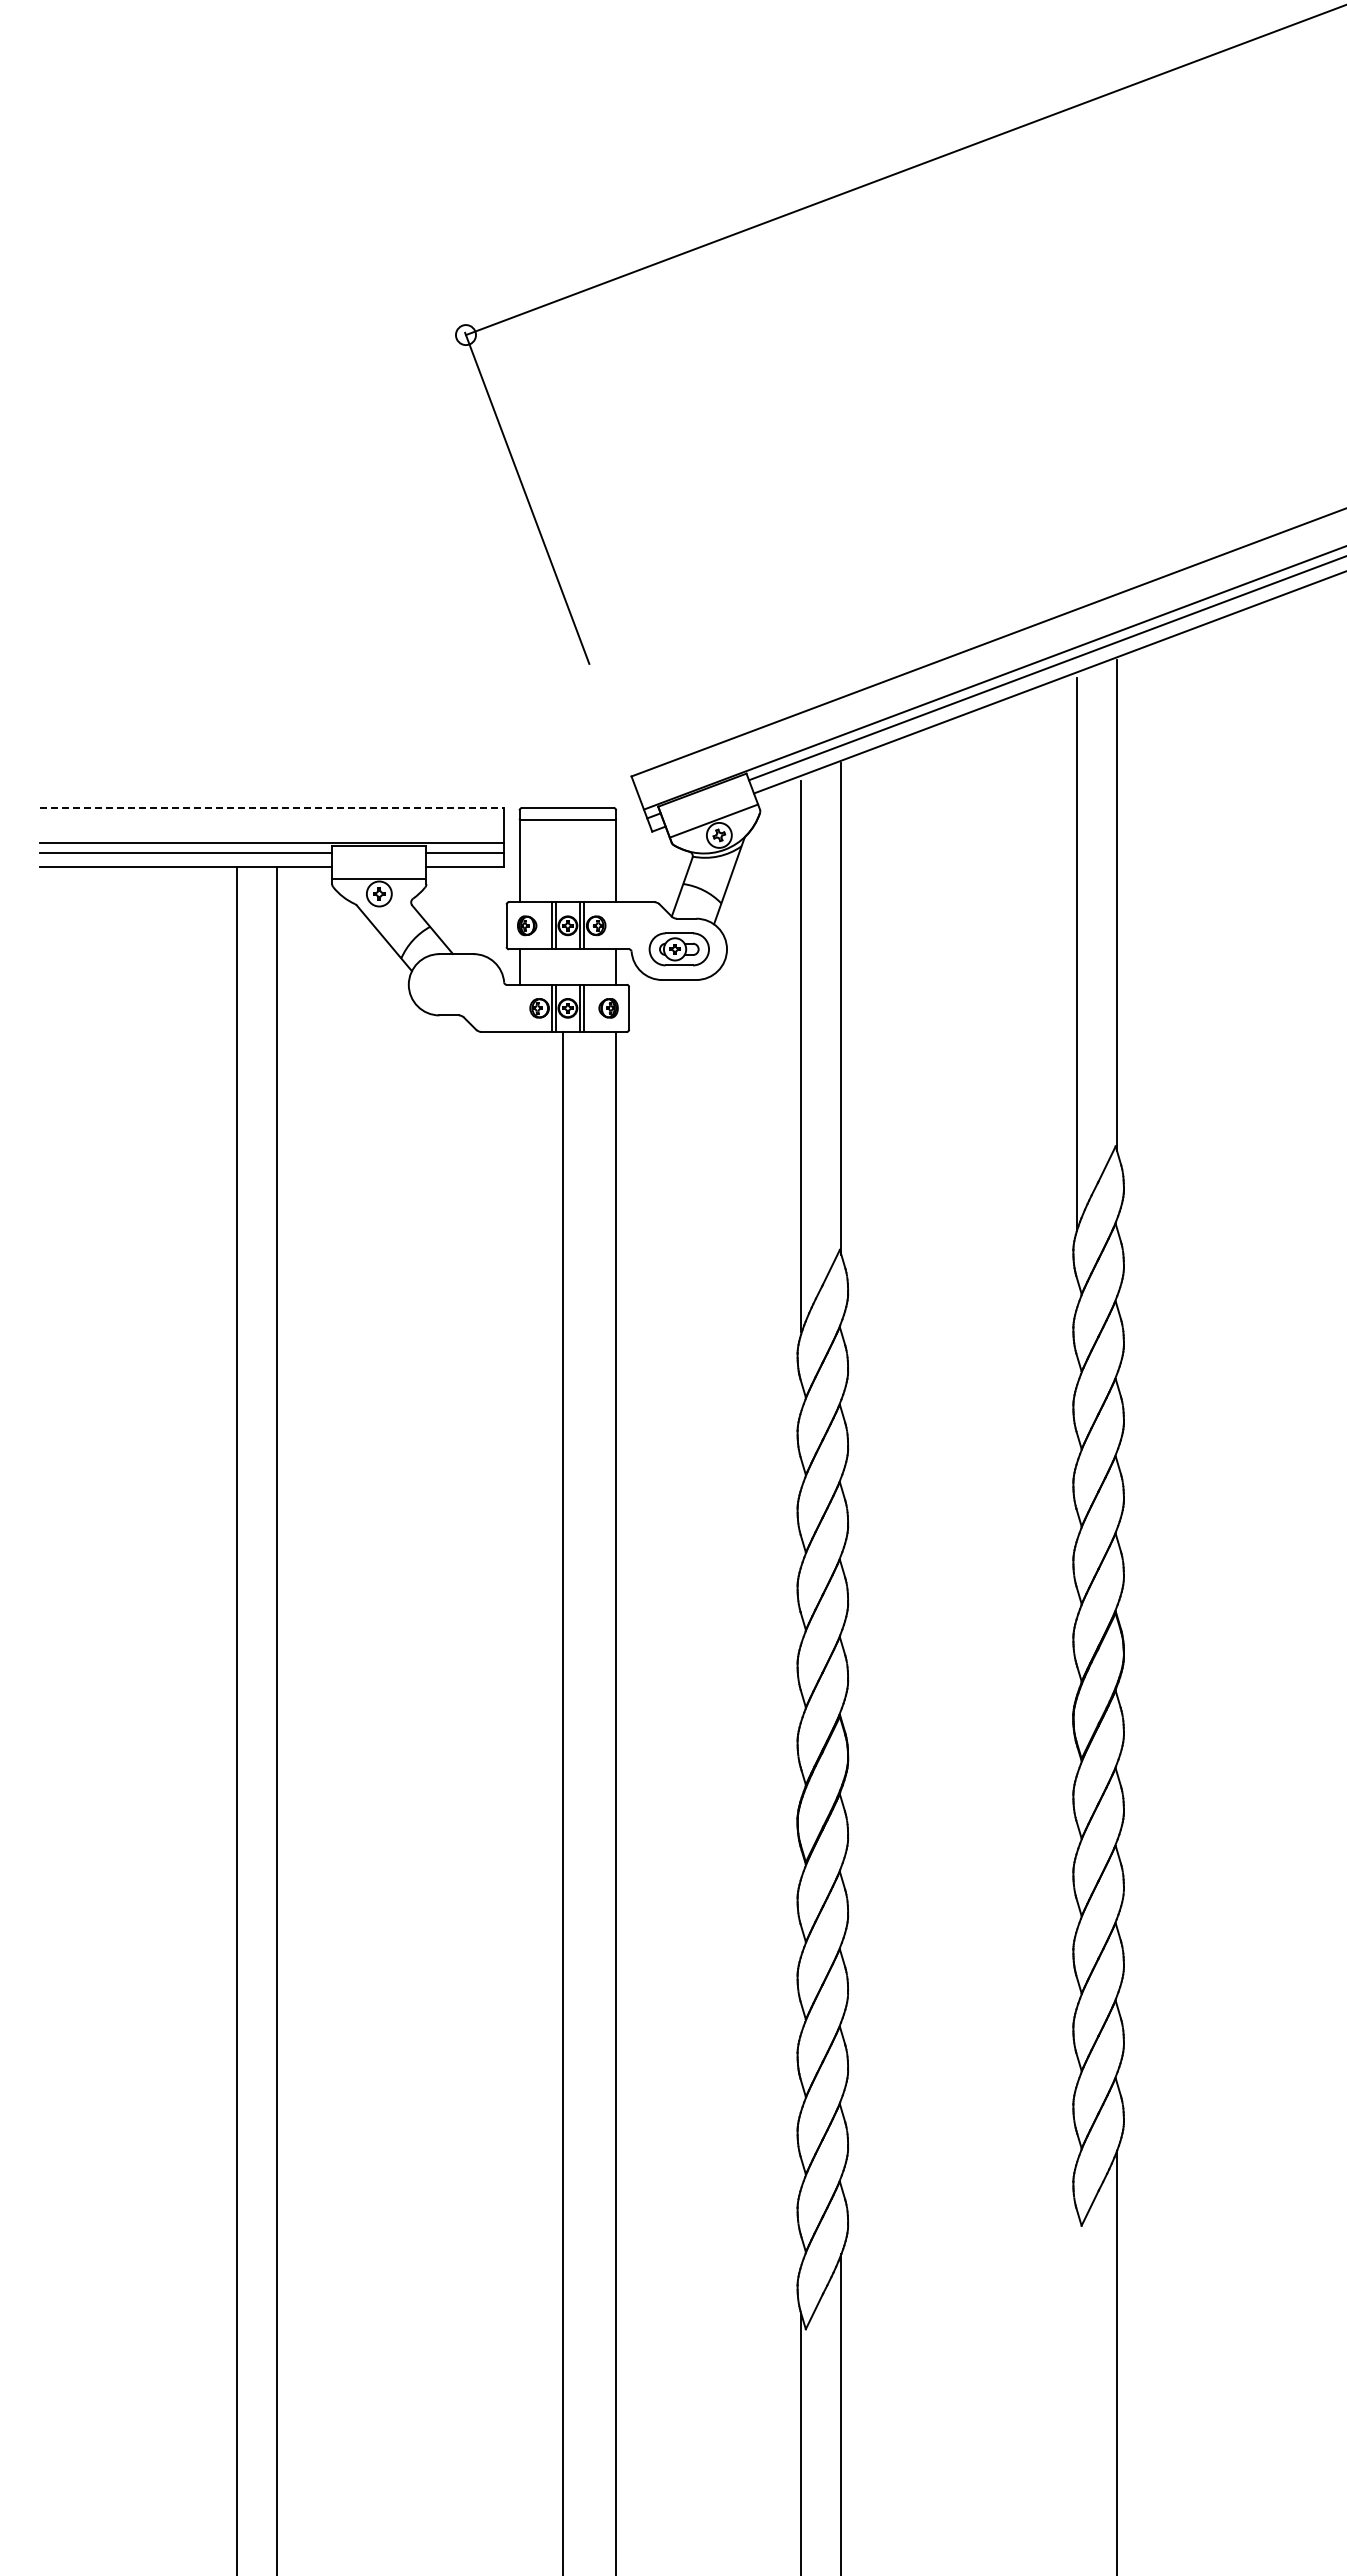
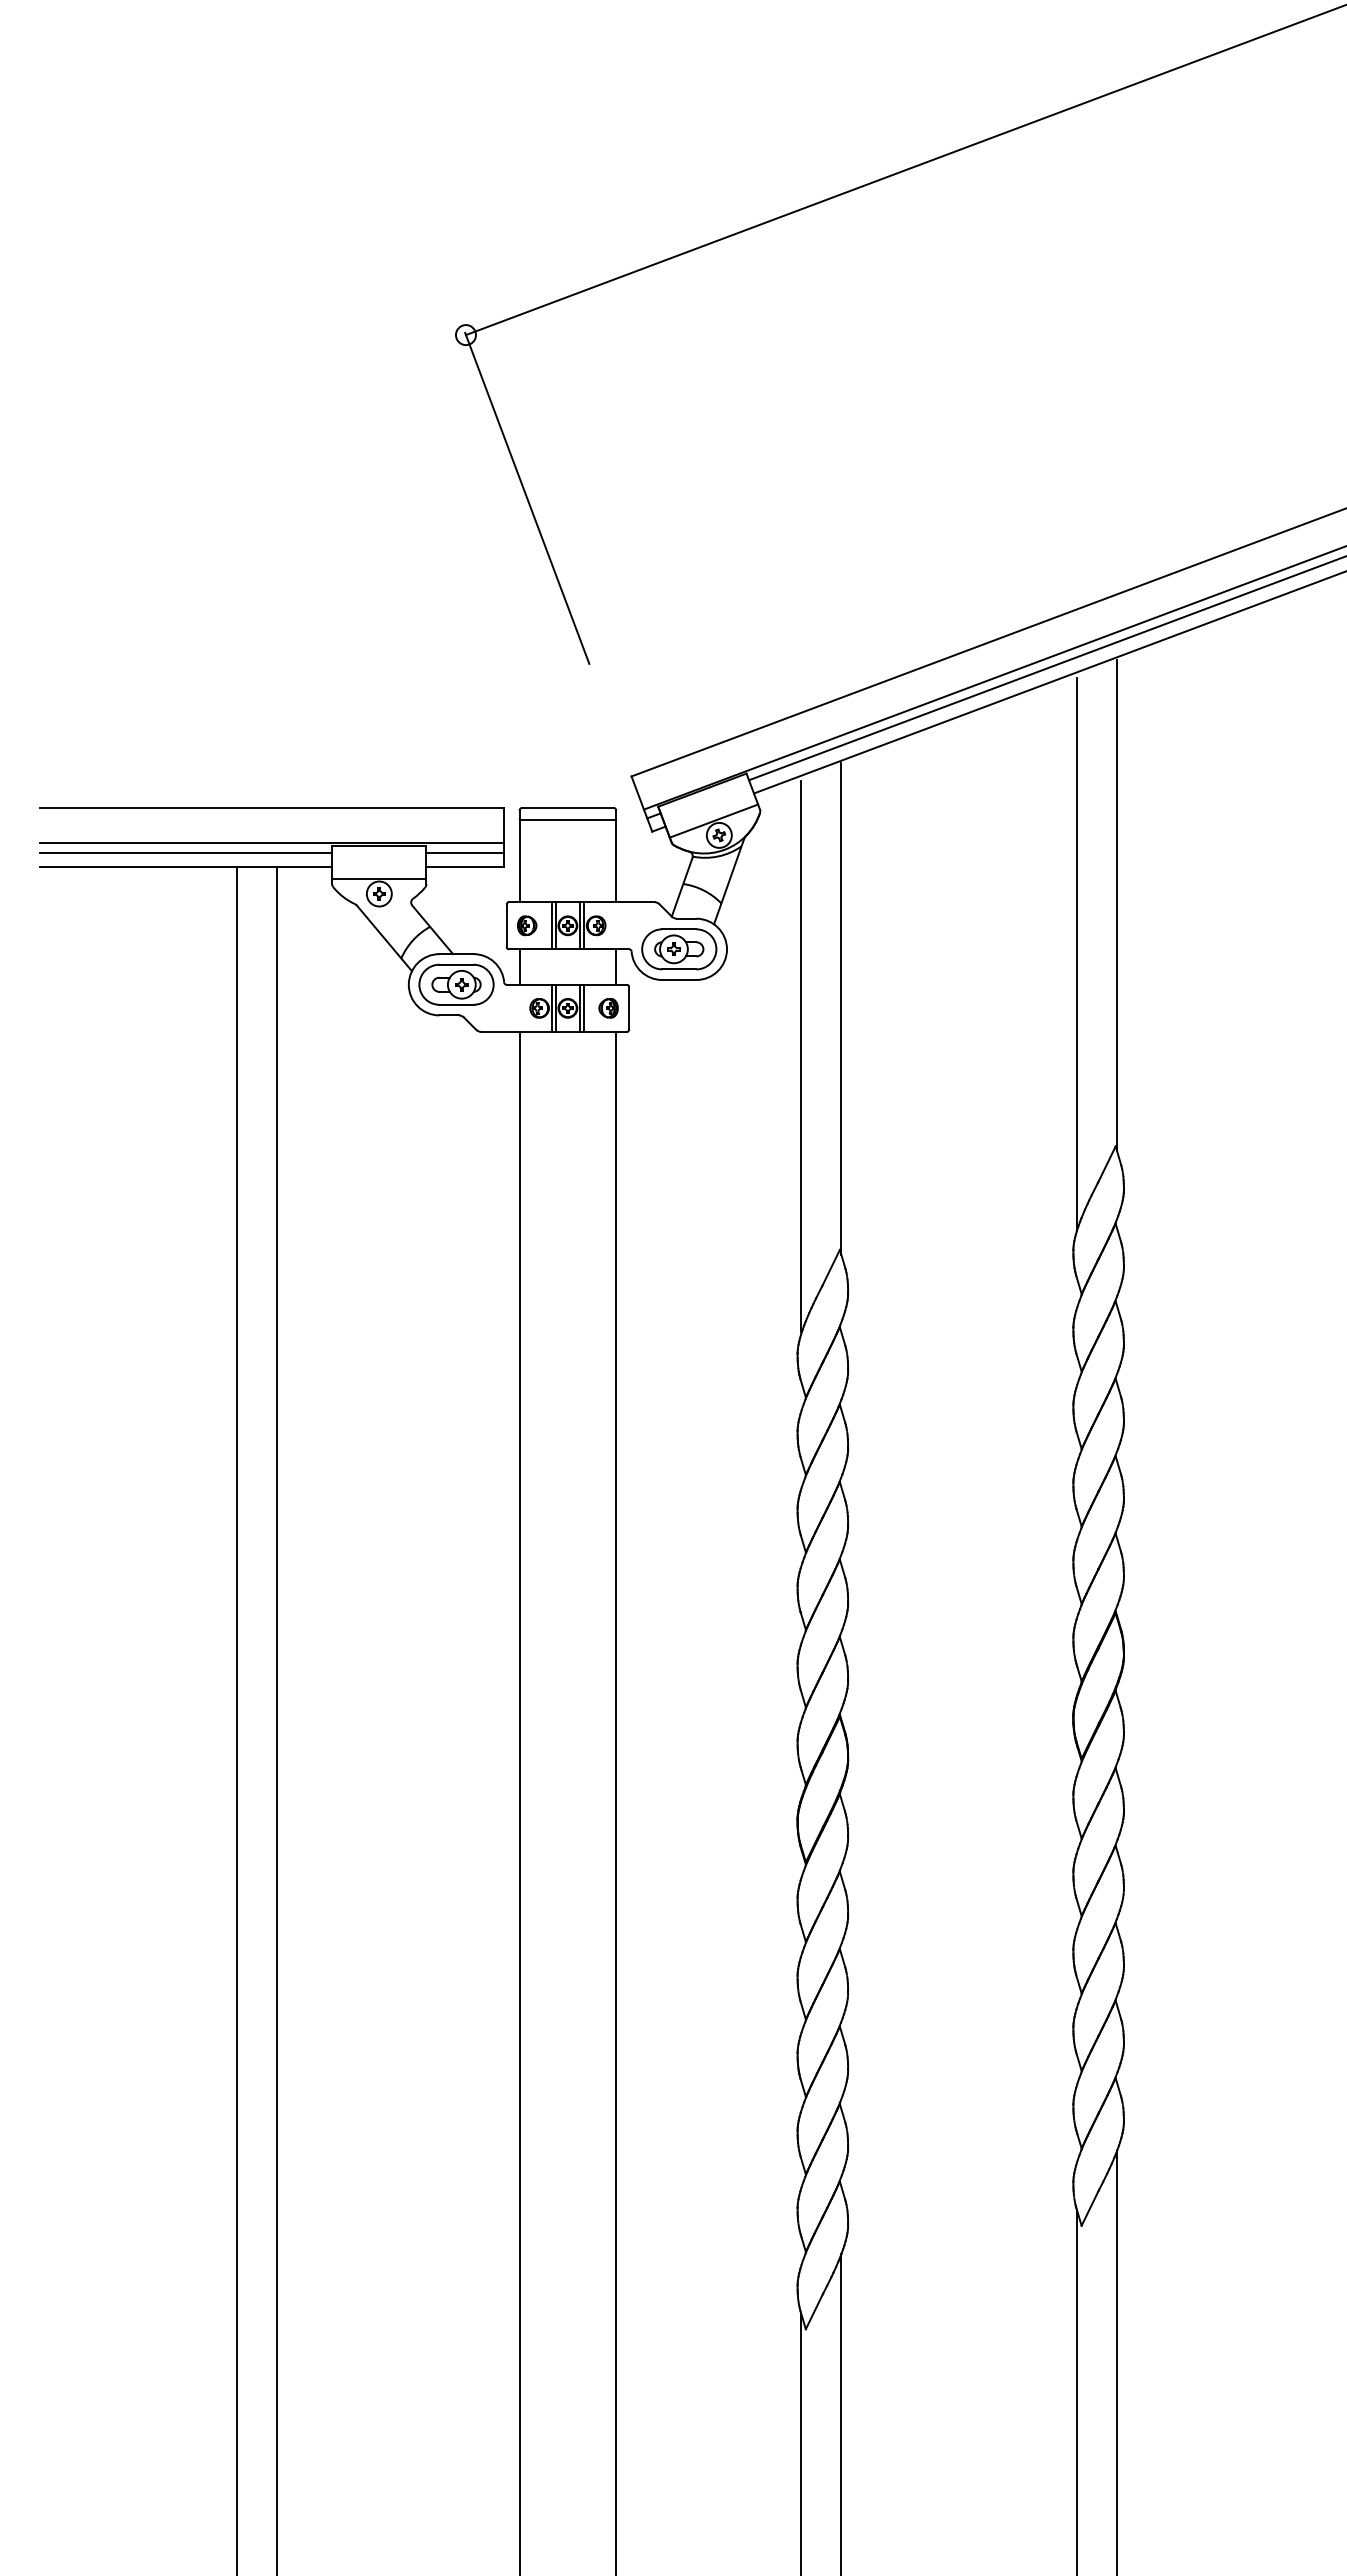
line at (272, 807): dashed -> solid
part at (678, 949) size: 62x35 px -> 77x43 px
part at (456, 984): none -> present
line at (563, 1801) position: (563, 1801) -> (520, 1801)
line at (1077, 2391): none -> present
